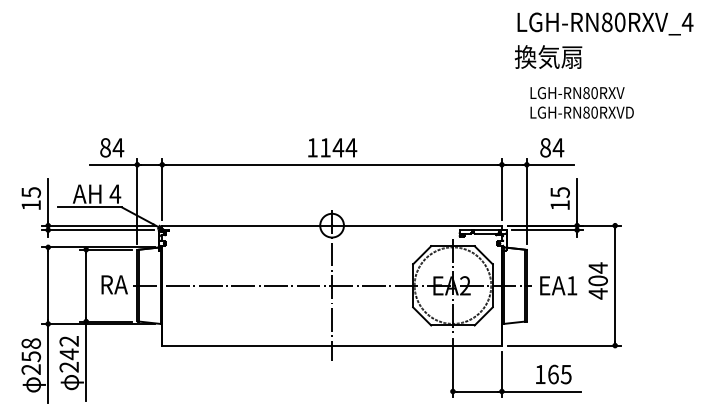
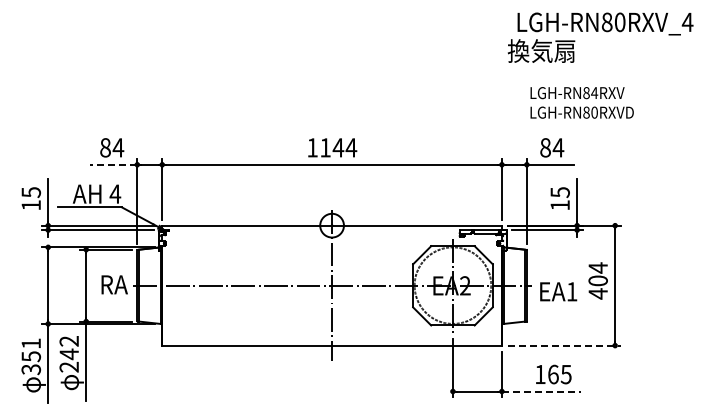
text at (548, 56) position: (548, 56) -> (541, 50)
text at (594, 93): LGH-RN80RXV -> LGH-RN84RXV
line at (113, 164): solid -> dashed
text at (558, 285) position: (558, 285) -> (558, 291)
line at (564, 345): solid -> dashed
text at (31, 356): 258 -> 351
line at (541, 391): solid -> dashed
